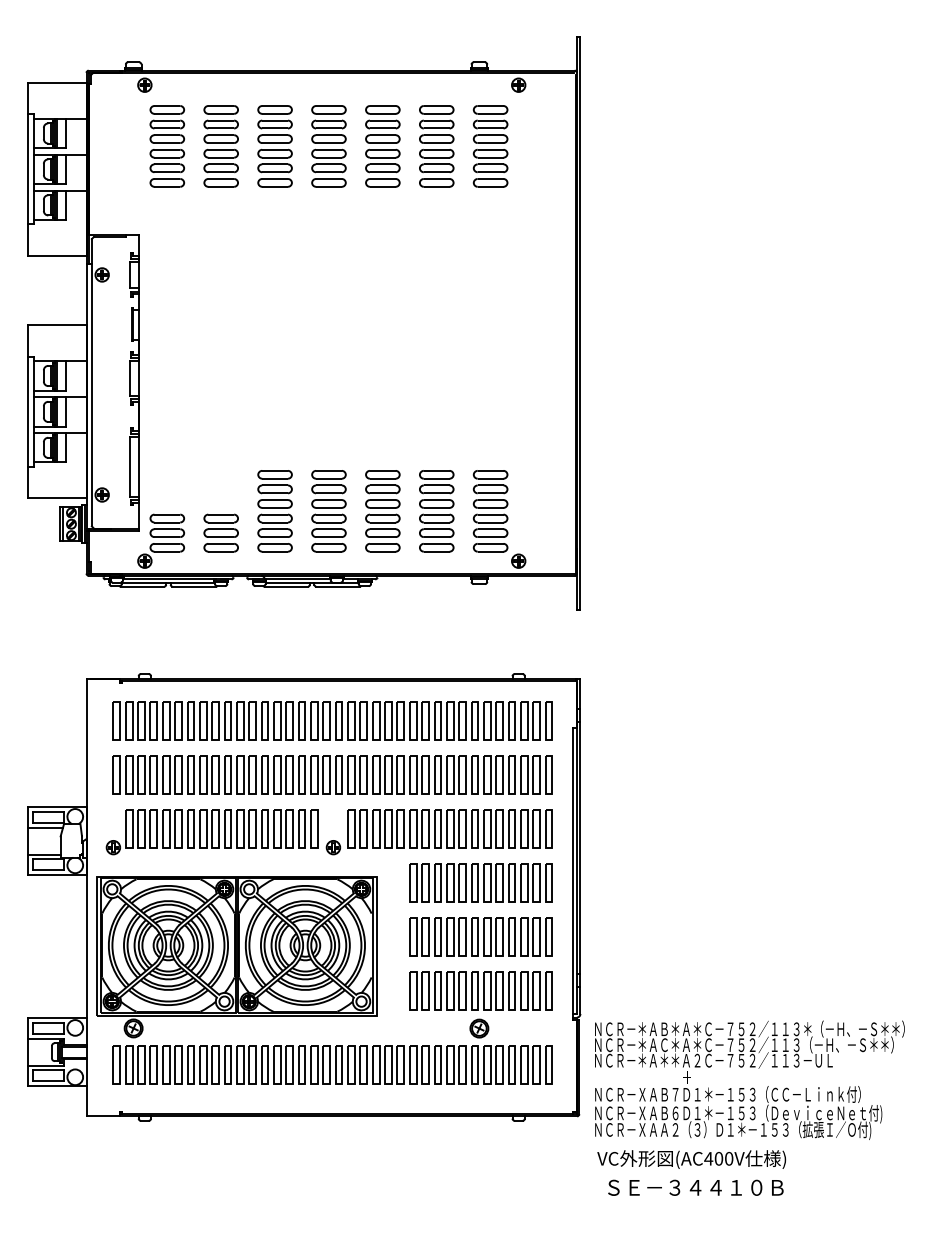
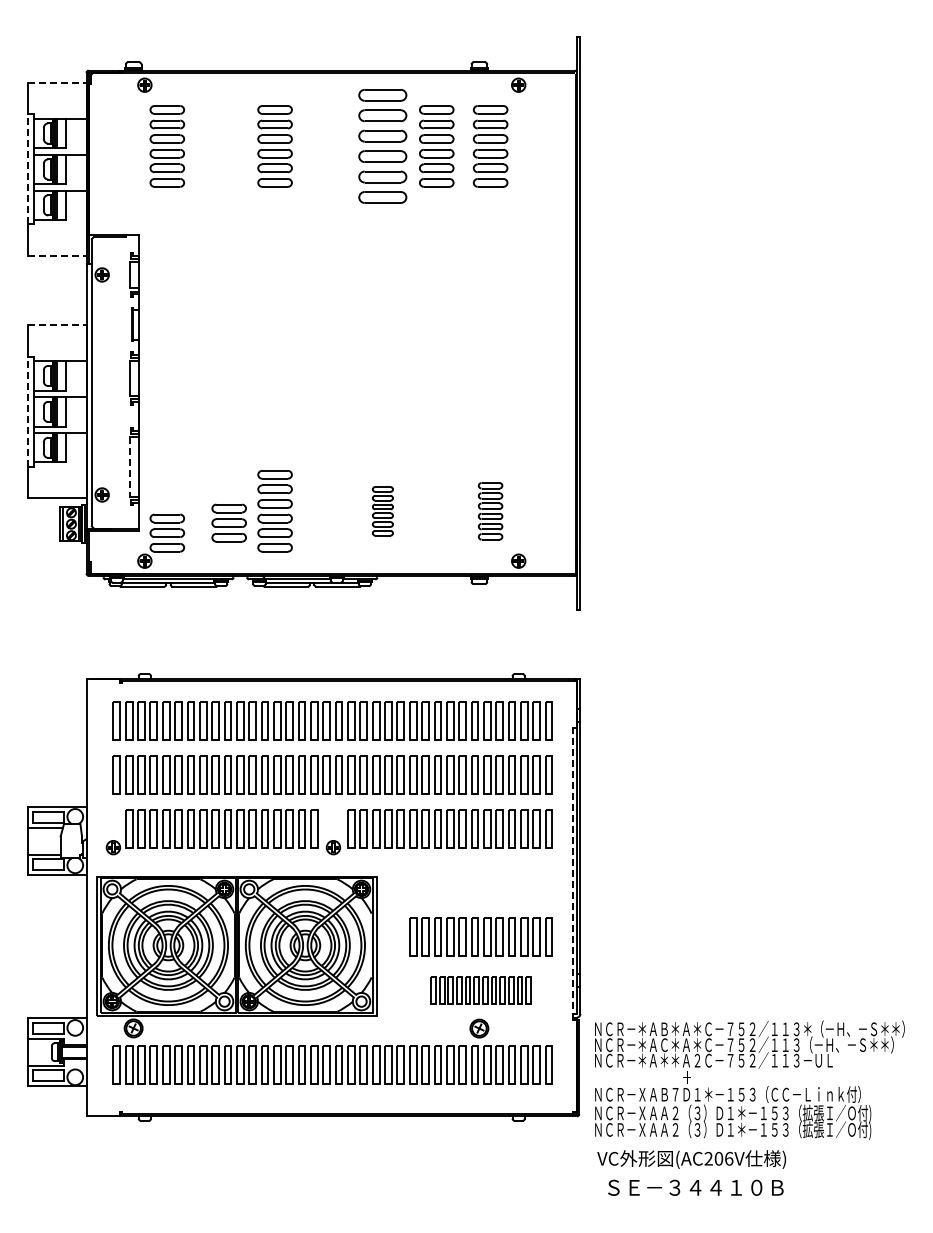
line at (57, 83): solid -> dashed
part at (220, 146): present -> none
part at (328, 146): present -> none
part at (382, 146) size: 36x83 px -> 50x115 px
line at (28, 168): solid -> dashed
line at (57, 255): solid -> dashed
line at (57, 325): solid -> dashed
line at (28, 411): solid -> dashed
line at (129, 466): solid -> dashed
part at (328, 511): present -> none
part at (382, 511) size: 36x83 px -> 22x51 px
part at (436, 511): present -> none
part at (490, 511) size: 37x83 px -> 27x59 px
part at (220, 532) position: (220, 532) -> (228, 522)
line at (572, 873): solid -> dashed
part at (480, 882): present -> none
part at (480, 990) size: 144x40 px -> 102x29 px
text at (771, 1113): ＮＣＲ－ＸＡＢ６Ｄ１＊－１５３（ＤｅｖｉｃｅＮｅｔ付) -> ＮＣＲ－ＸＡＡ２（３）Ｄ１＊－１５３（拡張Ｉ／Ｏ付)
text at (718, 1158): (AC400V -> (AC206V
